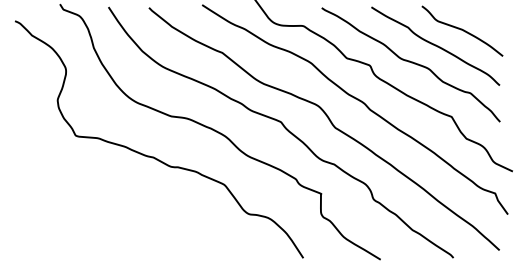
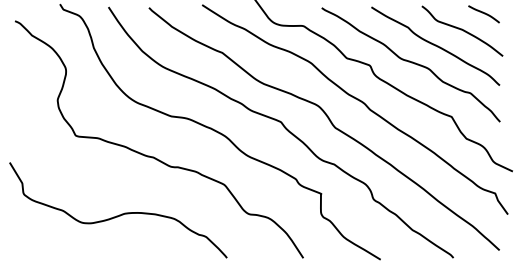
curve at (483, 13): none -> present
curve at (119, 214): none -> present
